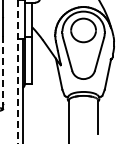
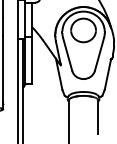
line at (3, 69): dashed -> solid
line at (17, 71): dashed -> solid
